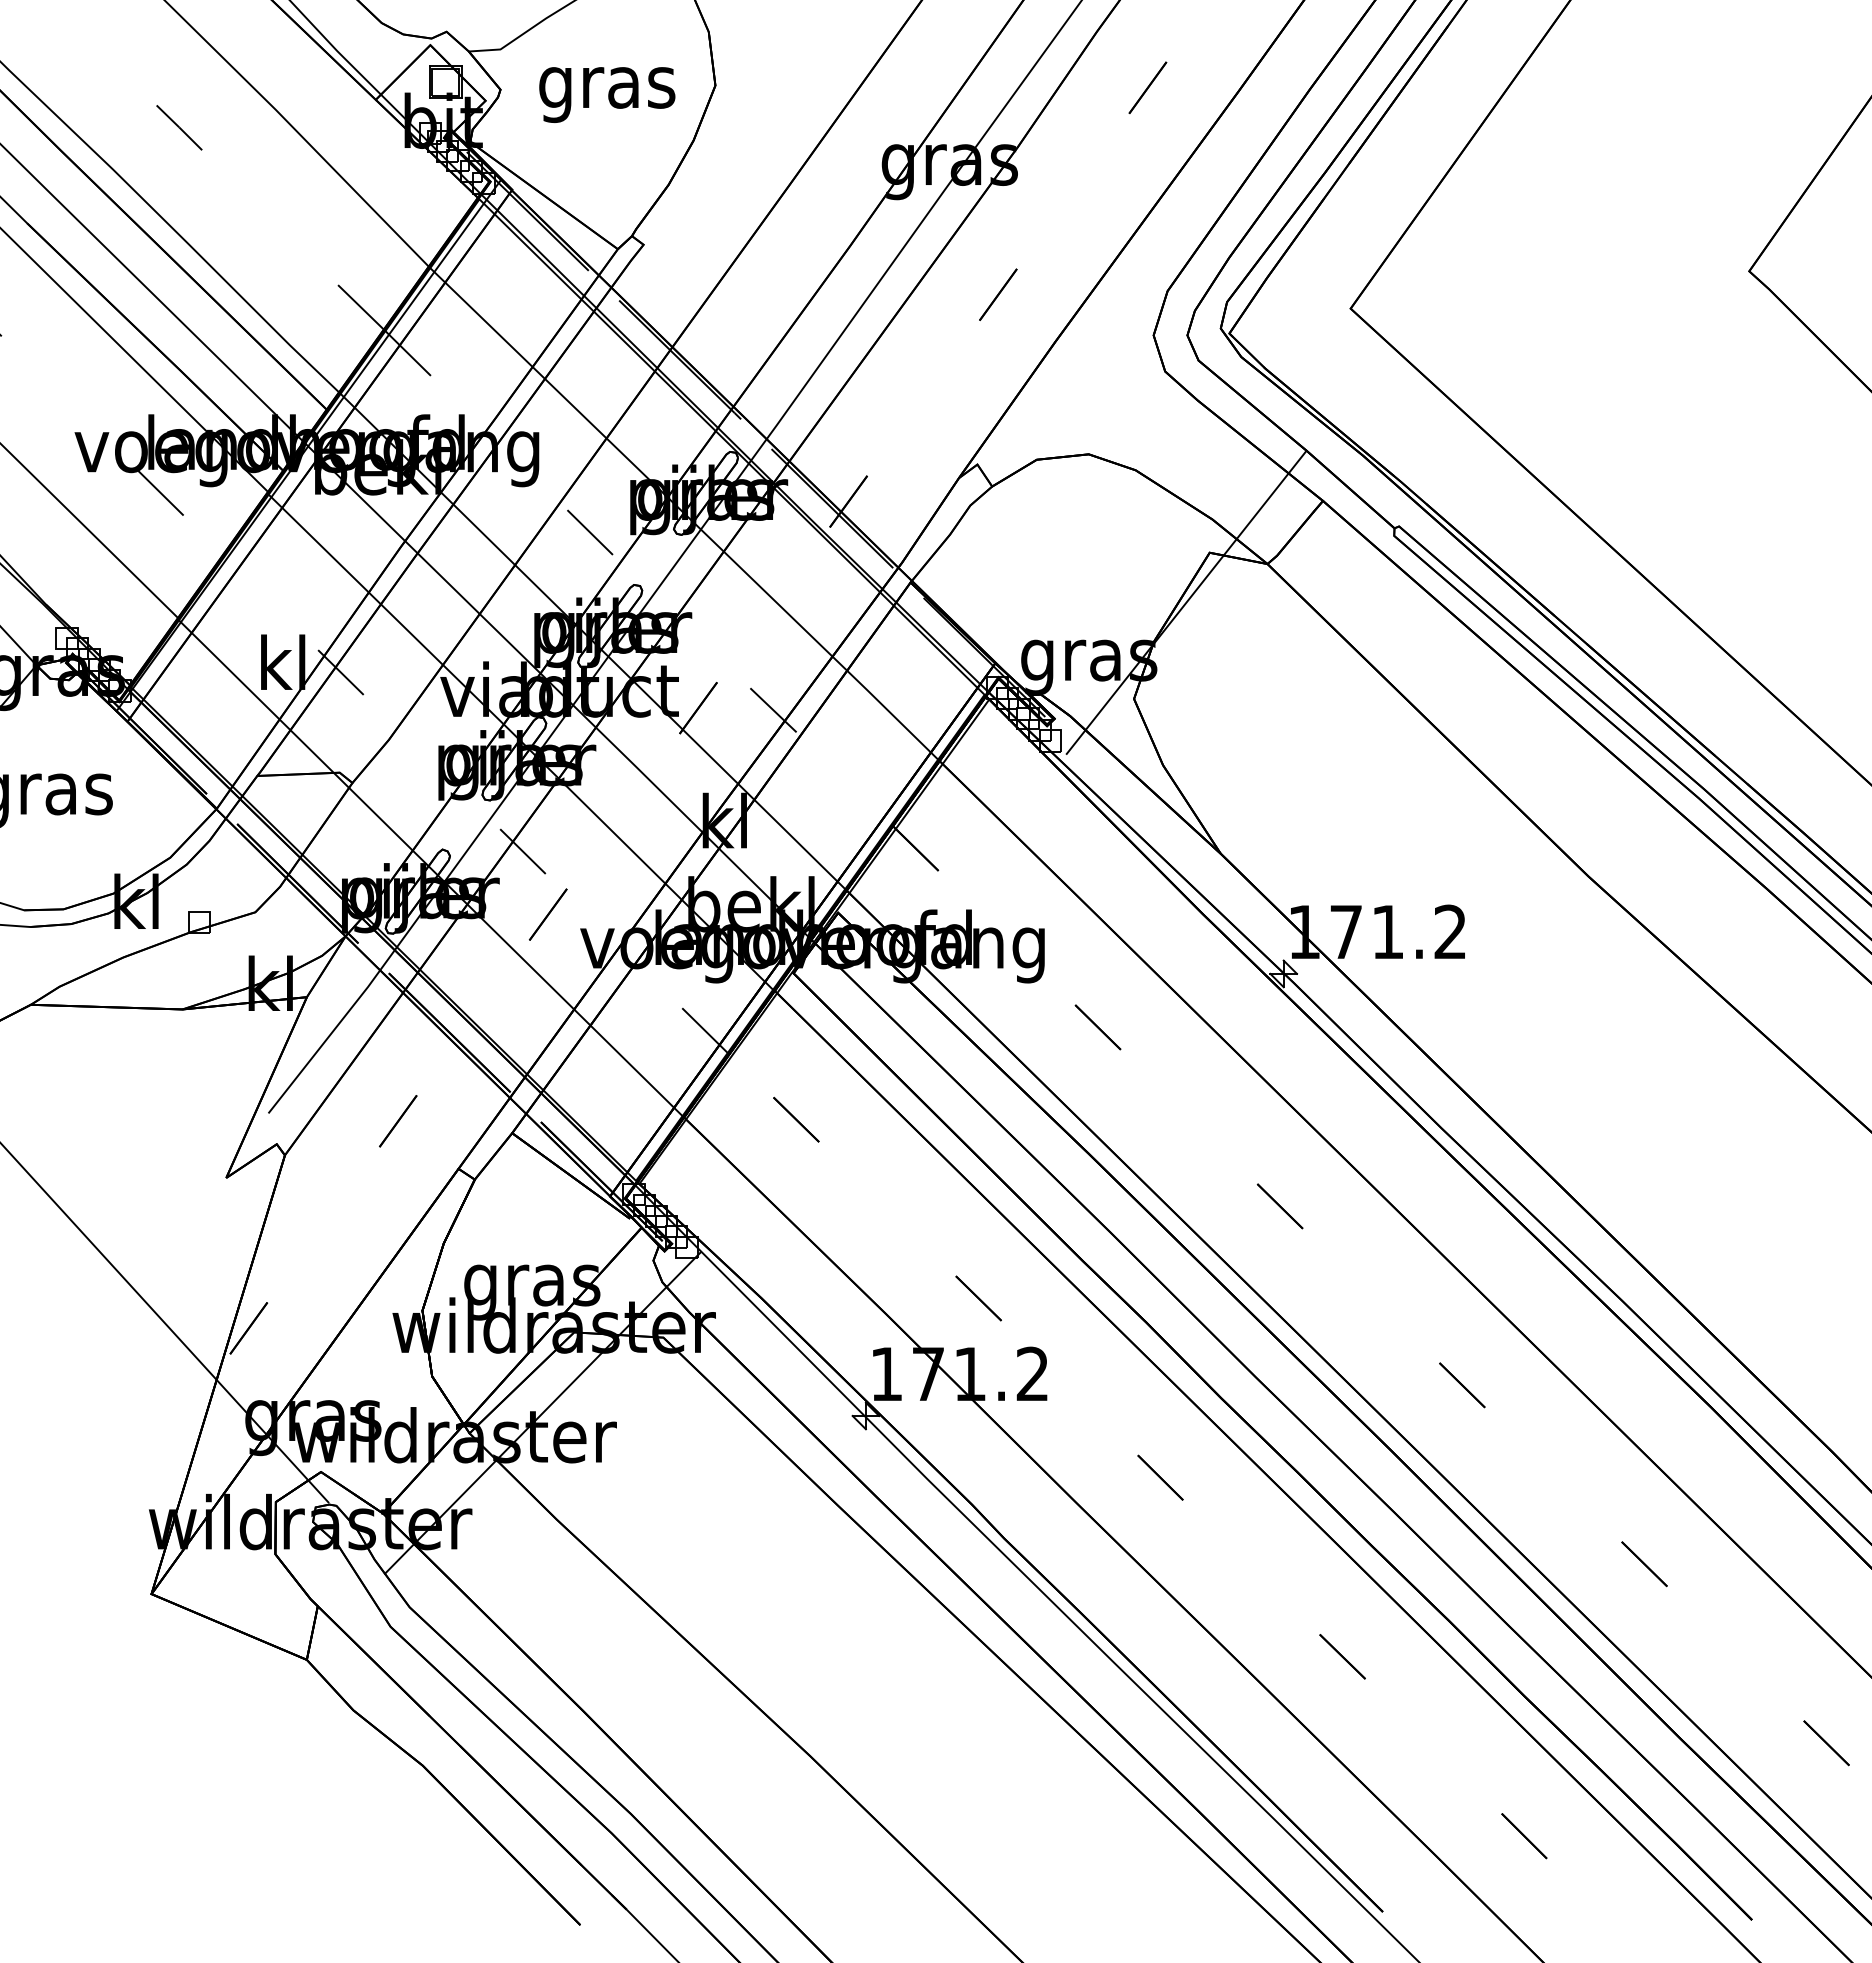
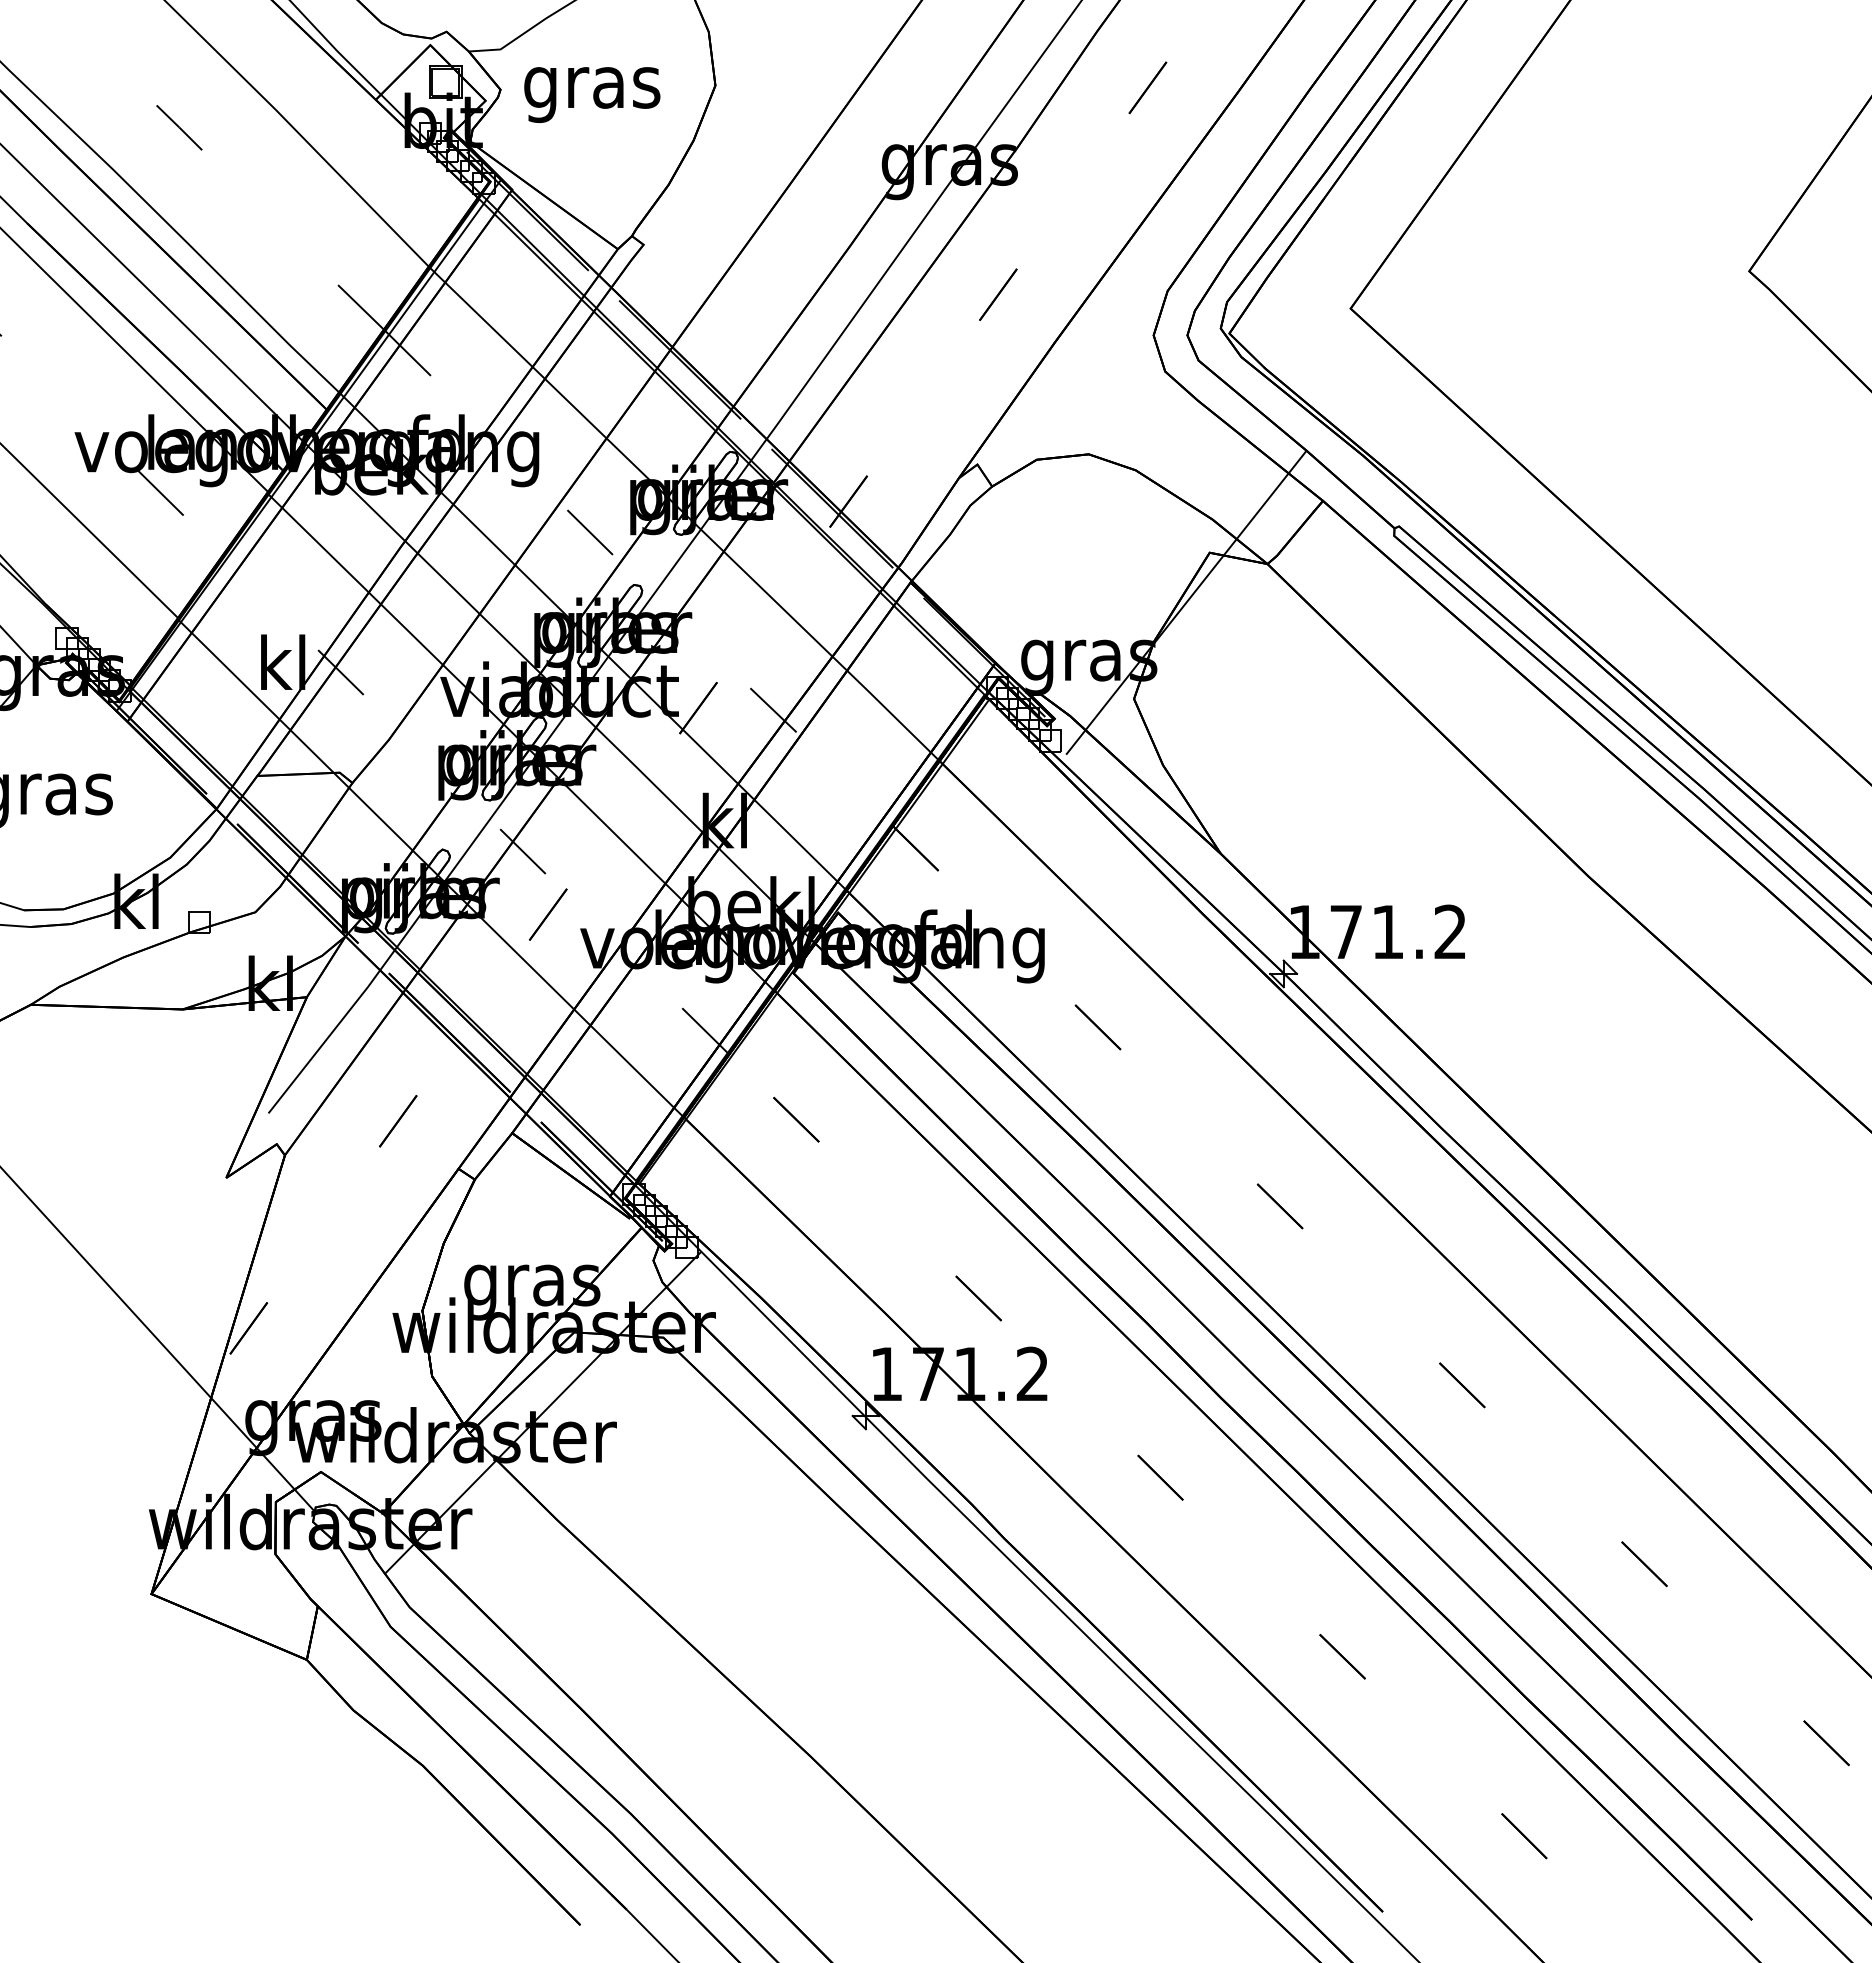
text at (607, 94) position: (607, 94) -> (592, 94)
line at (165, 1323) position: (165, 1323) -> (159, 1341)
